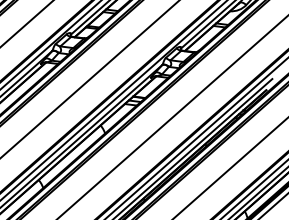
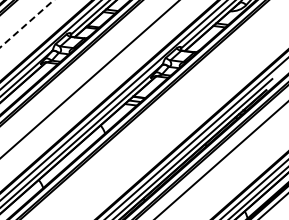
line at (27, 23): solid -> dashed
line at (172, 117): present -> none
line at (230, 168) position: (230, 168) -> (221, 159)
